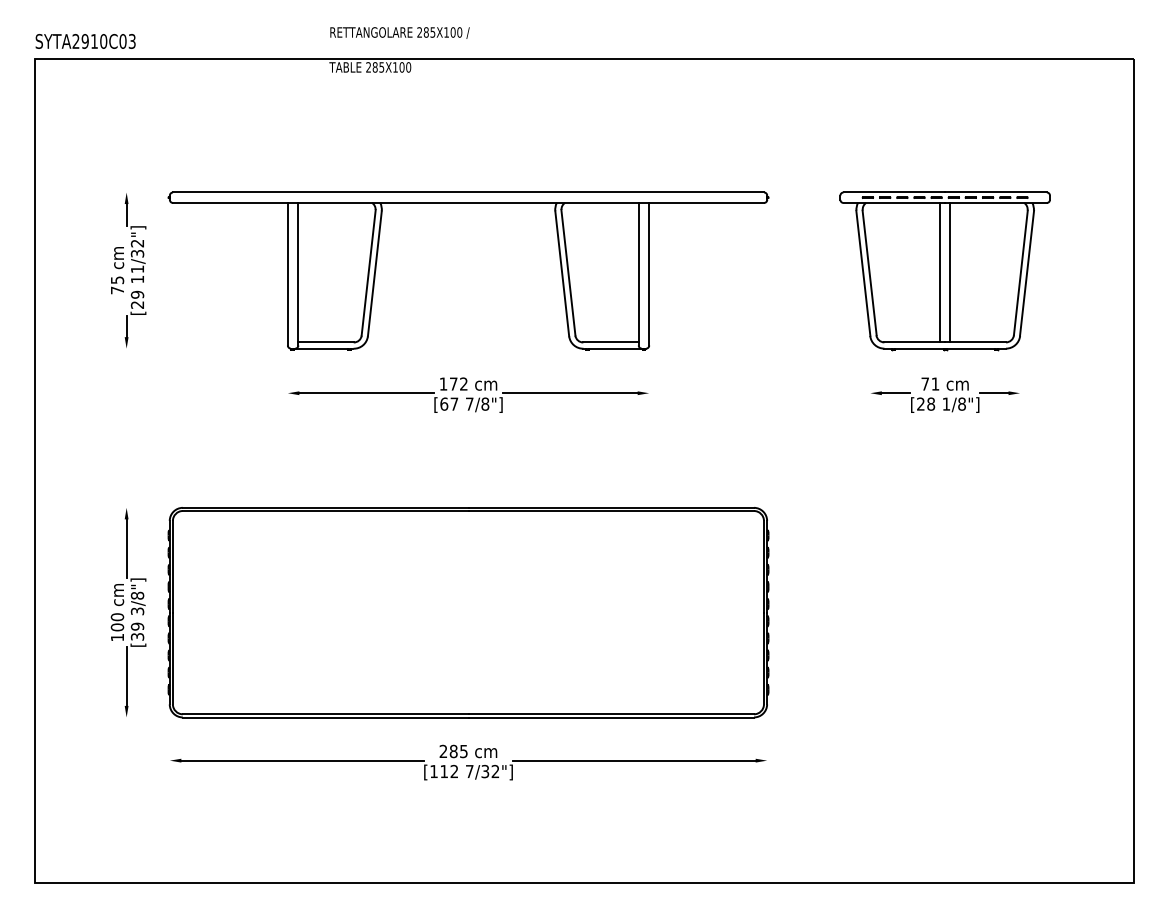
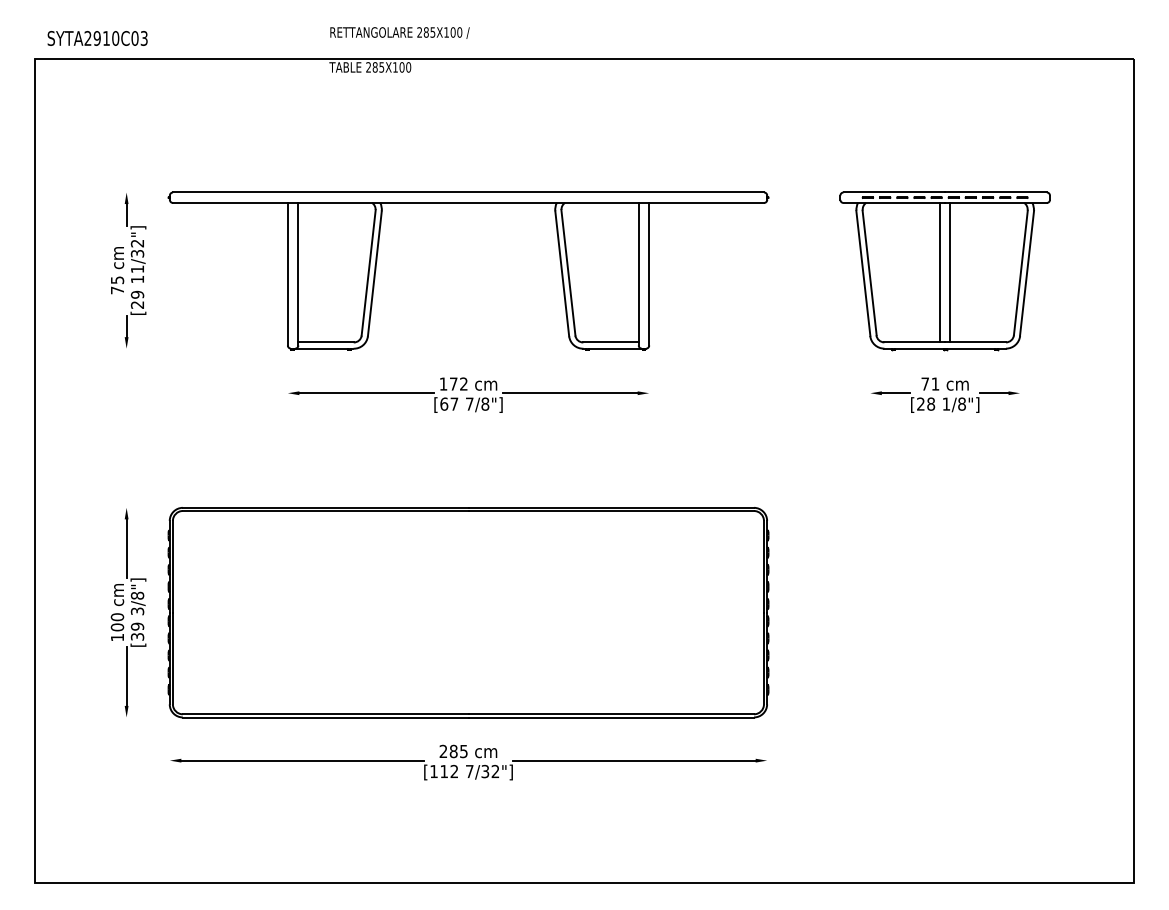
text at (85, 41) position: (85, 41) -> (97, 38)
